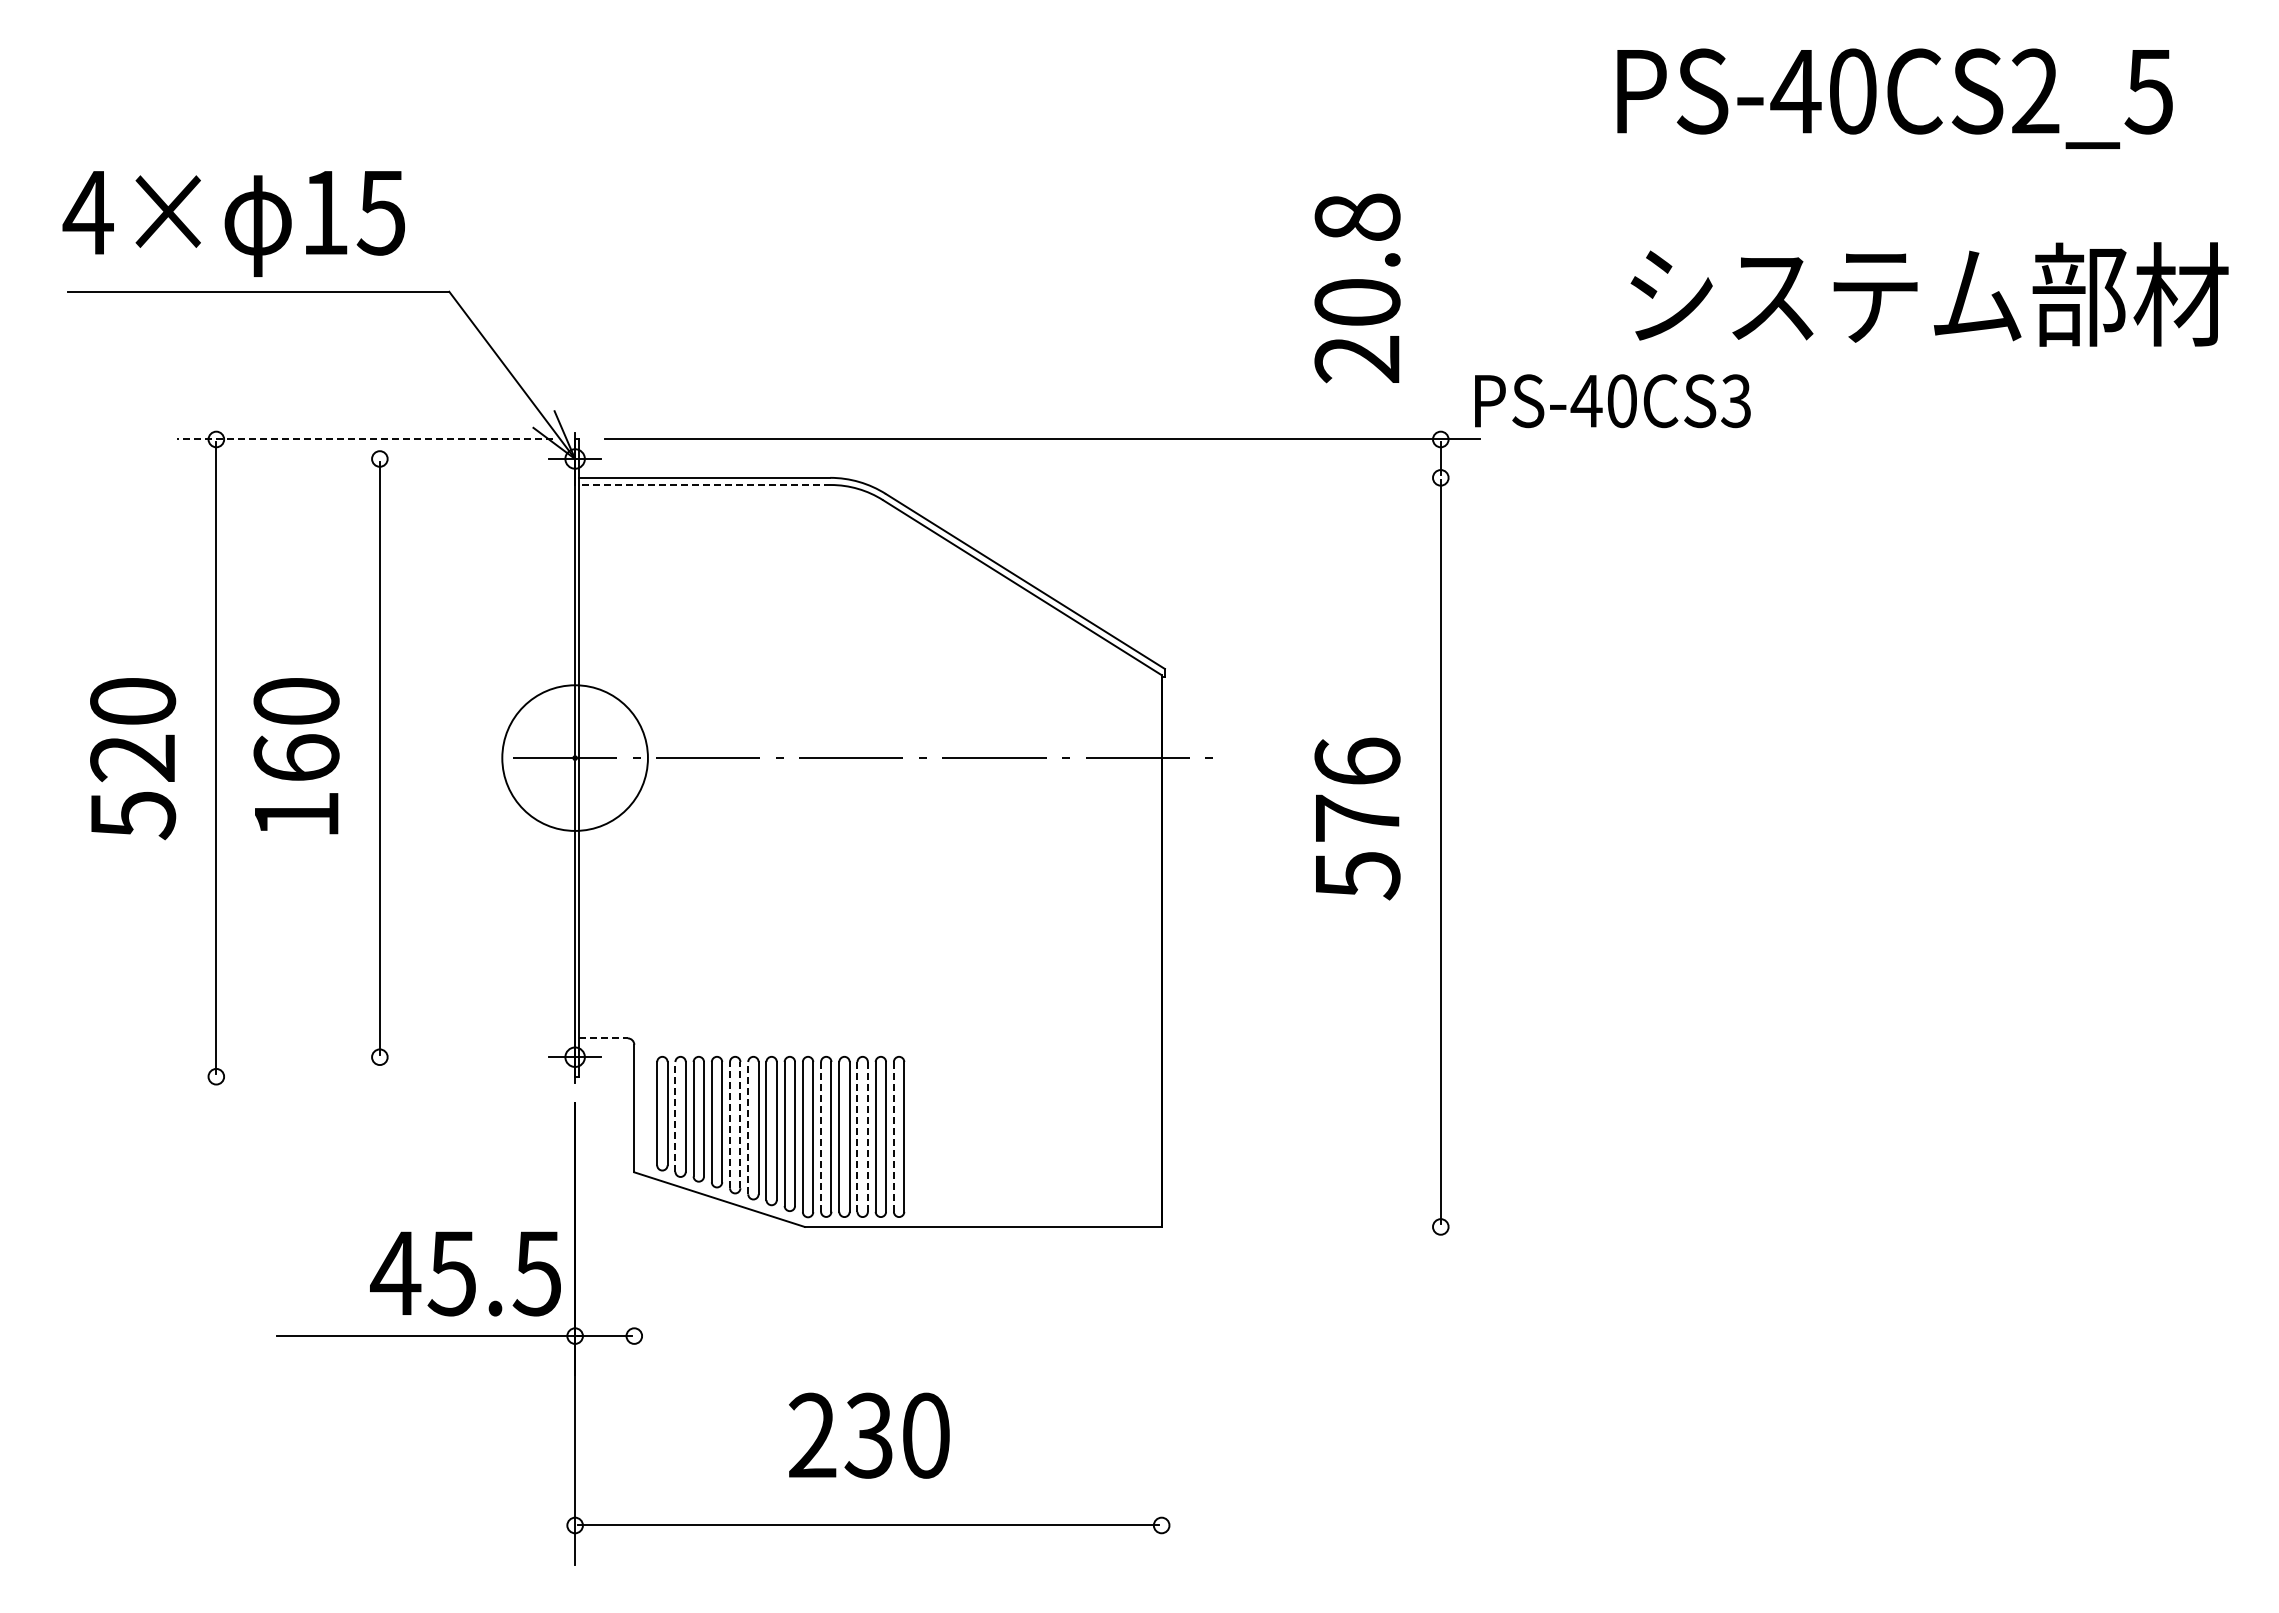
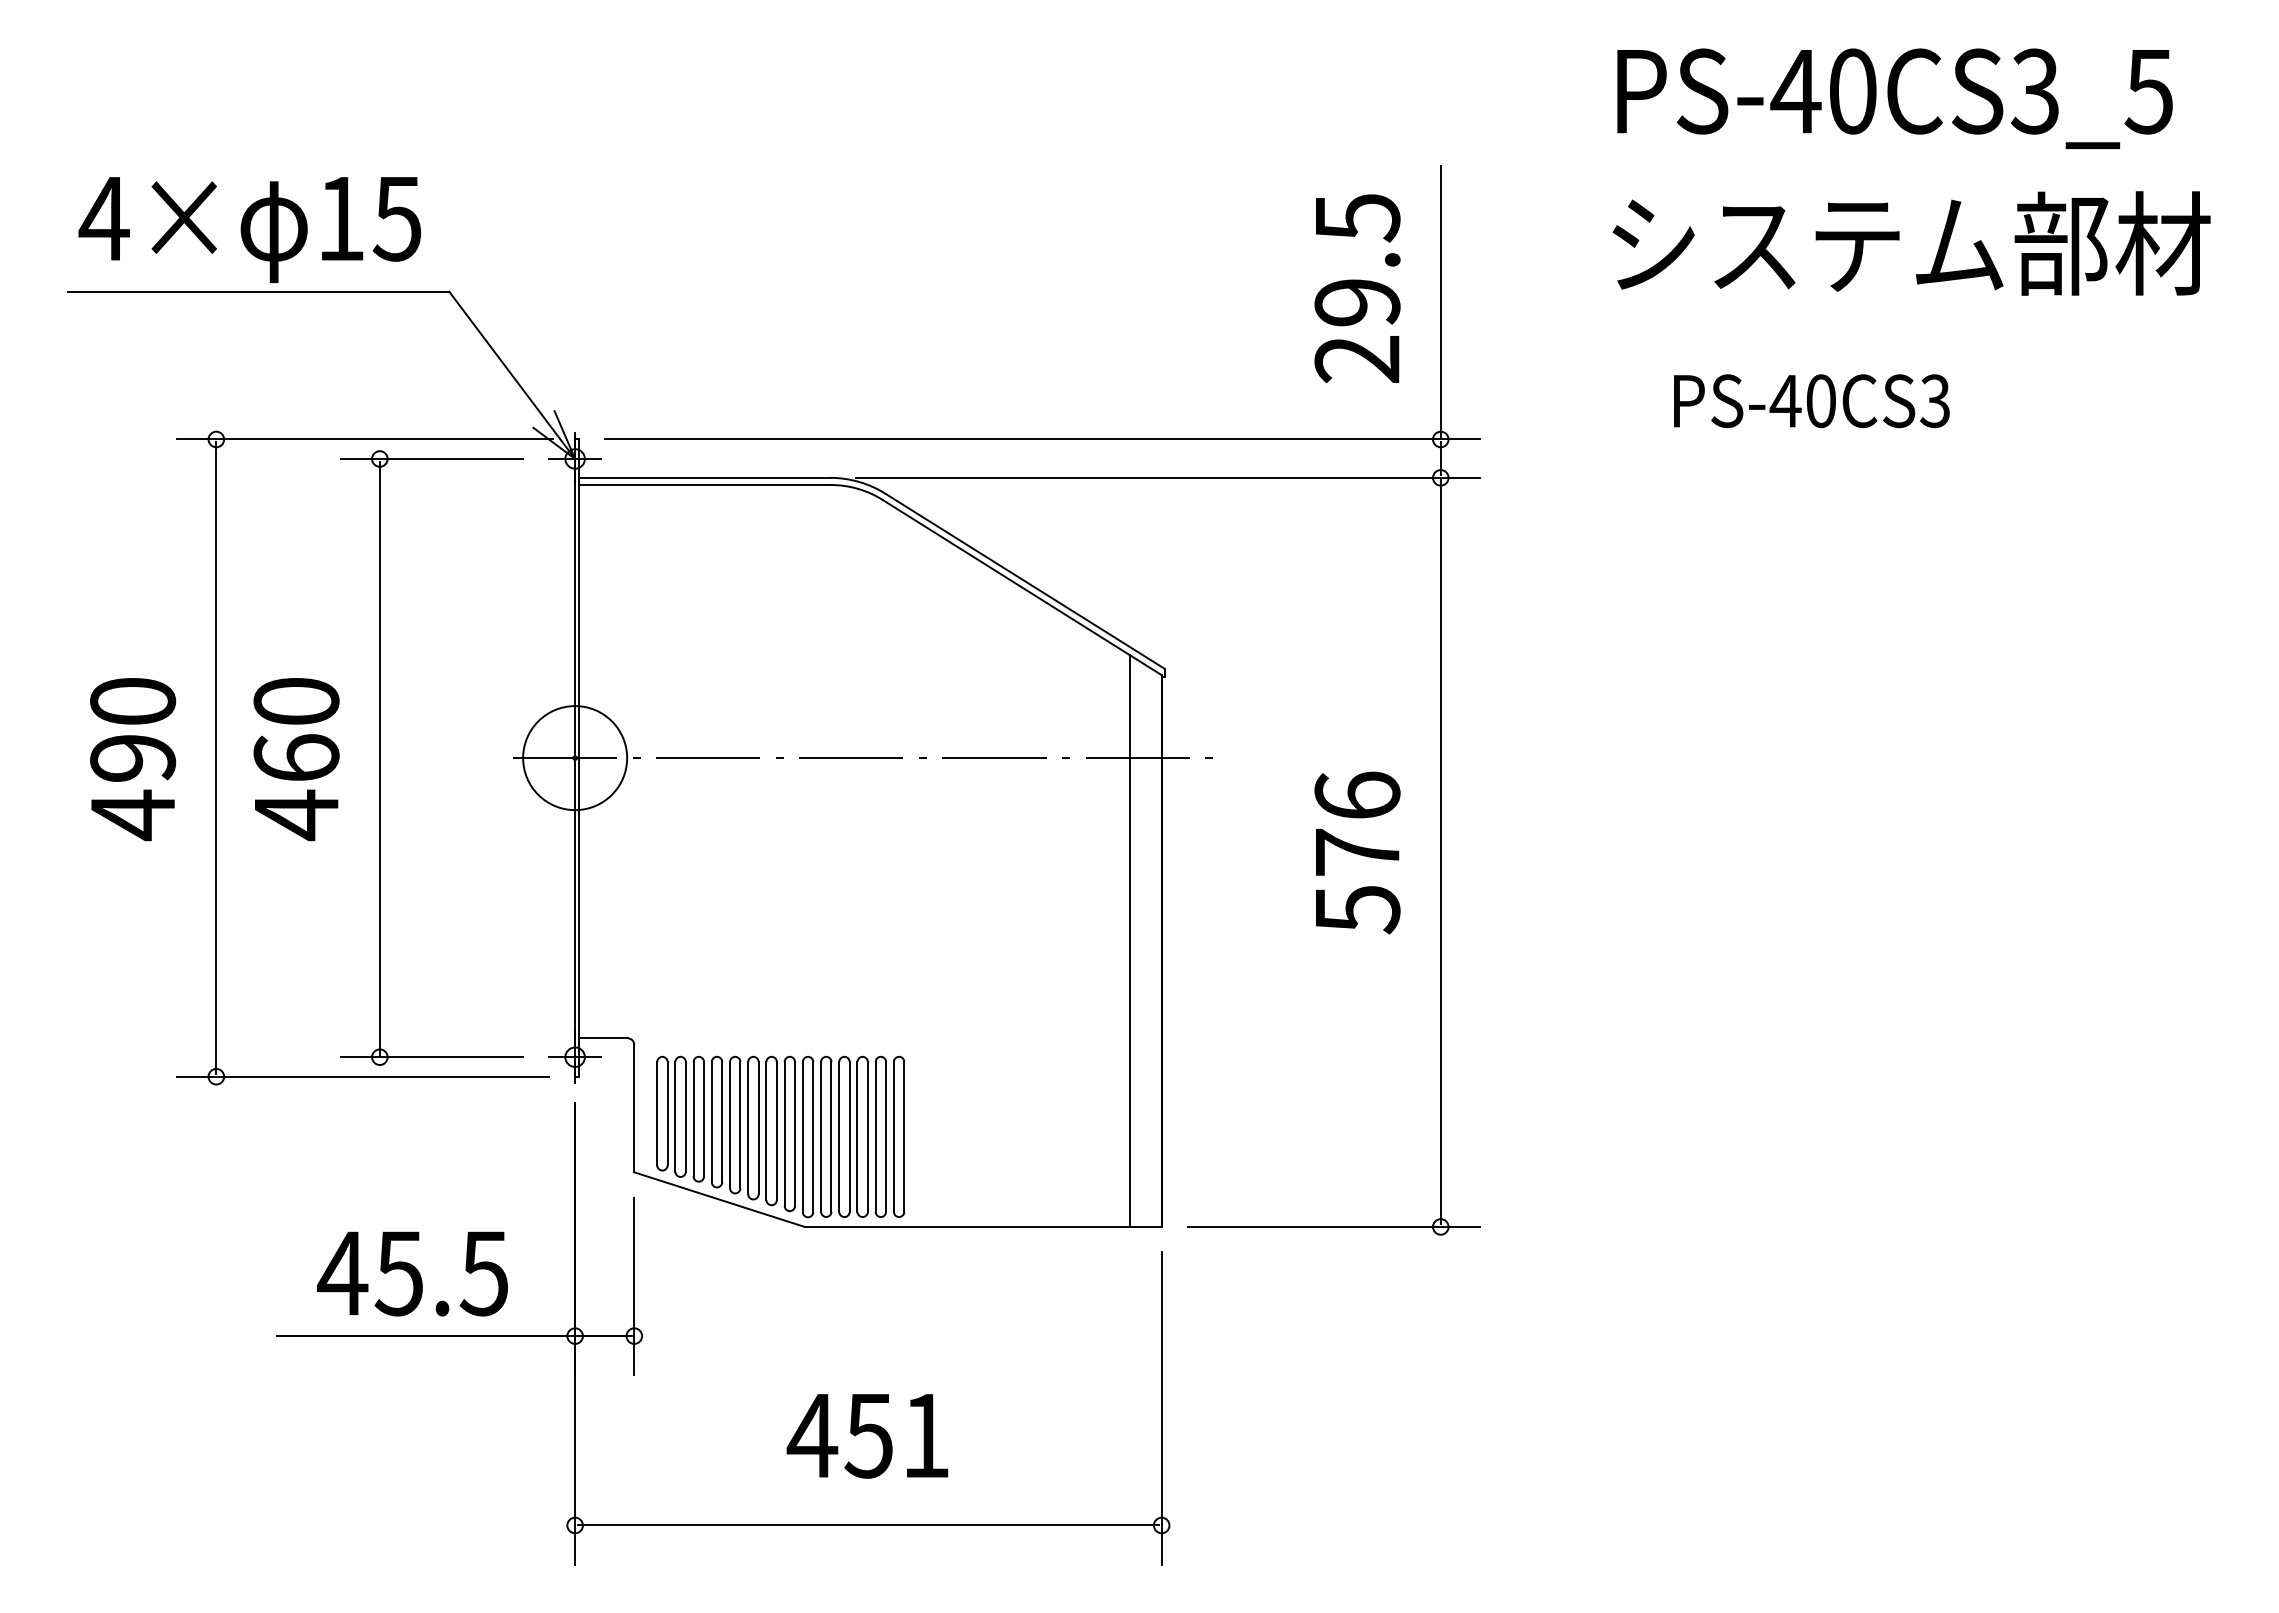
text at (2034, 91): PS-40CS2_5 -> PS-40CS3_5
text at (233, 223) position: (233, 223) -> (249, 229)
text at (1357, 259): 20.8 -> 29.5
text at (1929, 294) position: (1929, 294) -> (1911, 243)
line at (1440, 302): none -> present
text at (1612, 401) position: (1612, 401) -> (1811, 401)
line at (365, 439): dashed -> solid
line at (431, 458): none -> present
line at (1167, 477): none -> present
line at (704, 485): dashed -> solid
circle at (574, 757) diameter: 146 px -> 104 px
text at (133, 787): 520 -> 490
text at (296, 815): 160 -> 460
text at (1357, 818) position: (1357, 818) -> (1357, 852)
line at (1129, 940): none -> present
line at (603, 1038): dashed -> solid
line at (431, 1057): none -> present
line at (363, 1076): none -> present
line at (675, 1116): dashed -> solid
line at (730, 1124): dashed -> solid
line at (740, 1124): dashed -> solid
line at (748, 1127): dashed -> solid
line at (821, 1136): dashed -> solid
line at (857, 1136): dashed -> solid
line at (867, 1136): dashed -> solid
line at (893, 1136): dashed -> solid
line at (1333, 1226): none -> present
text at (465, 1273) position: (465, 1273) -> (412, 1273)
line at (634, 1286): none -> present
line at (1161, 1407): none -> present
text at (867, 1435): 230 -> 451
